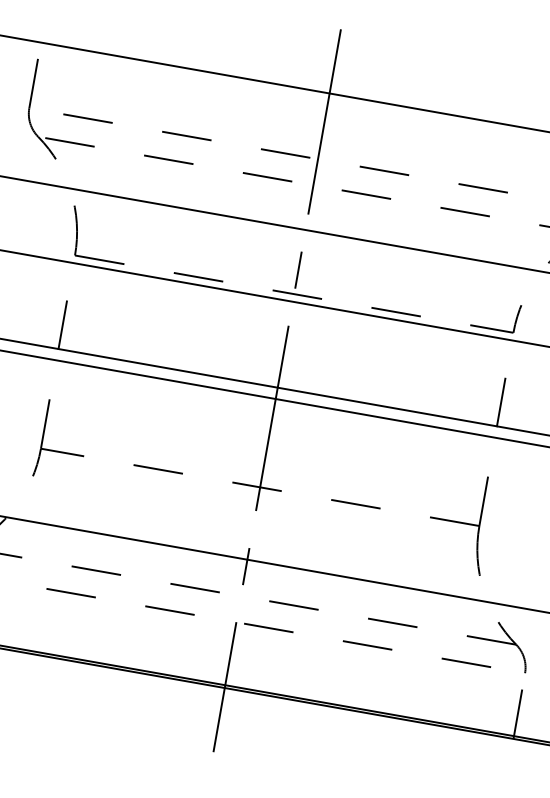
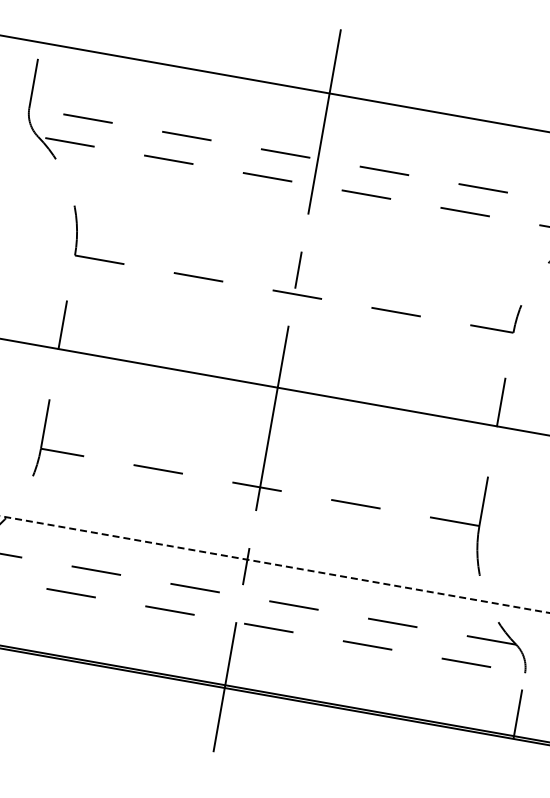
line at (274, 224): present -> none
line at (274, 298): present -> none
line at (274, 398): present -> none
line at (275, 564): solid -> dashed
